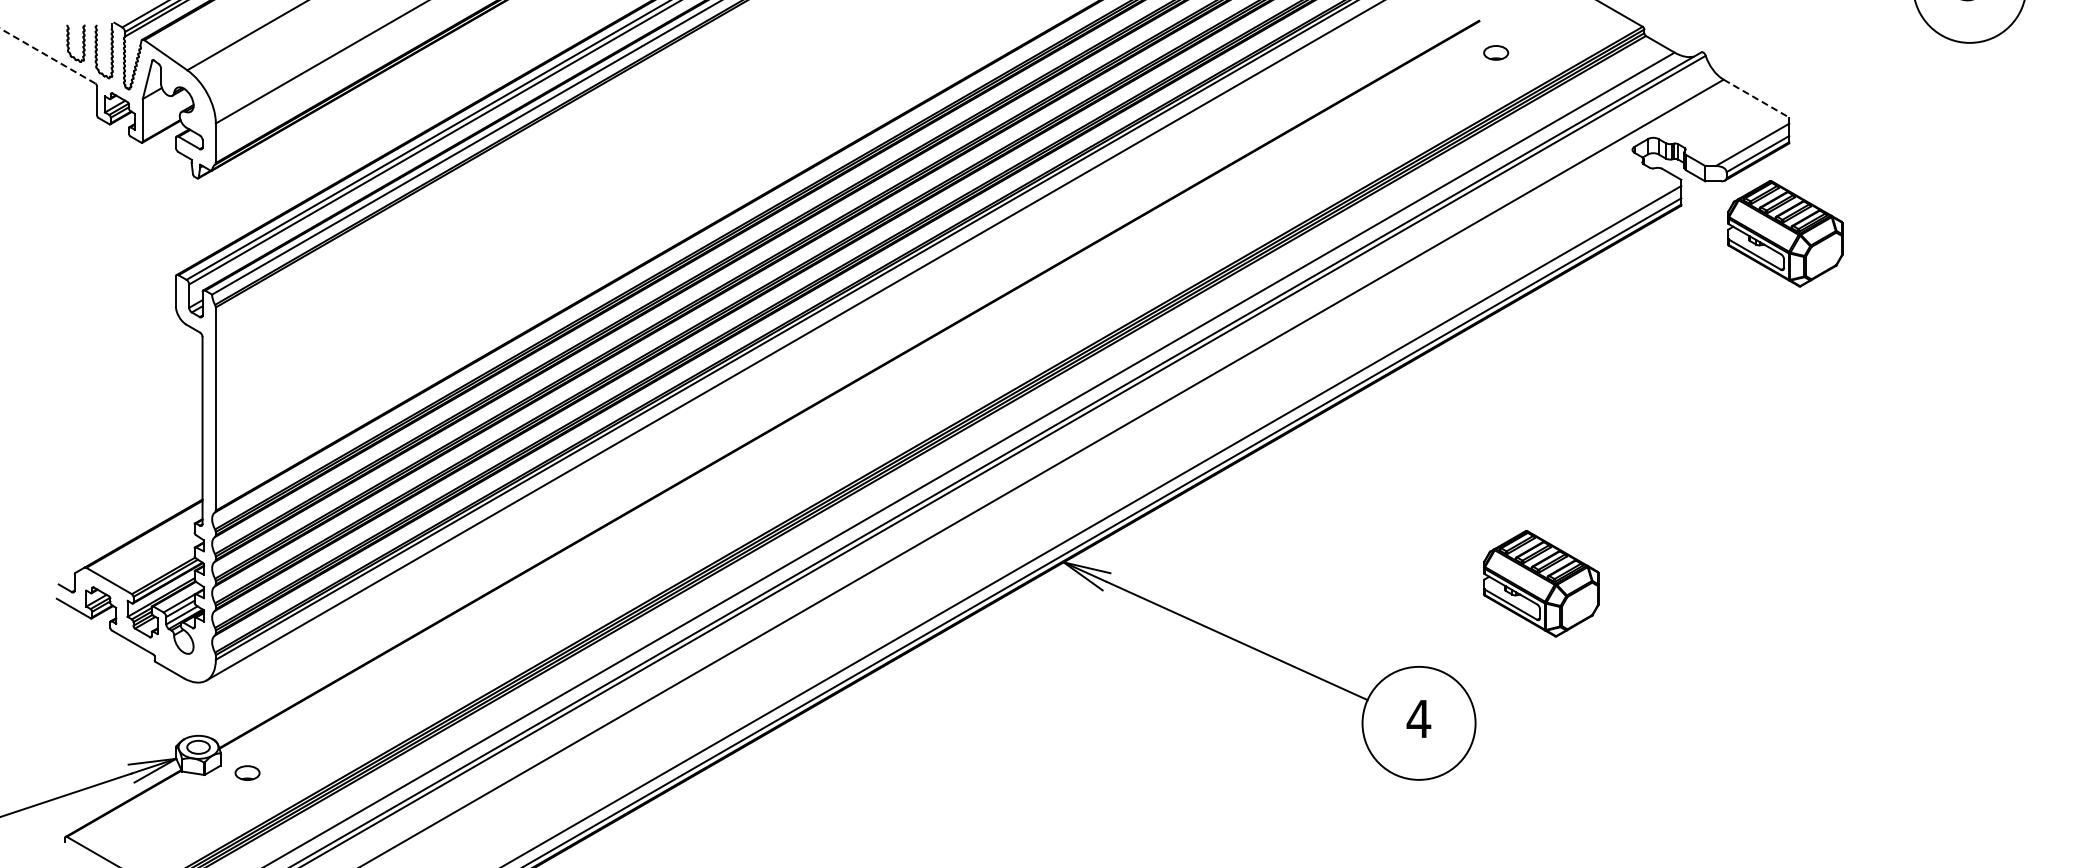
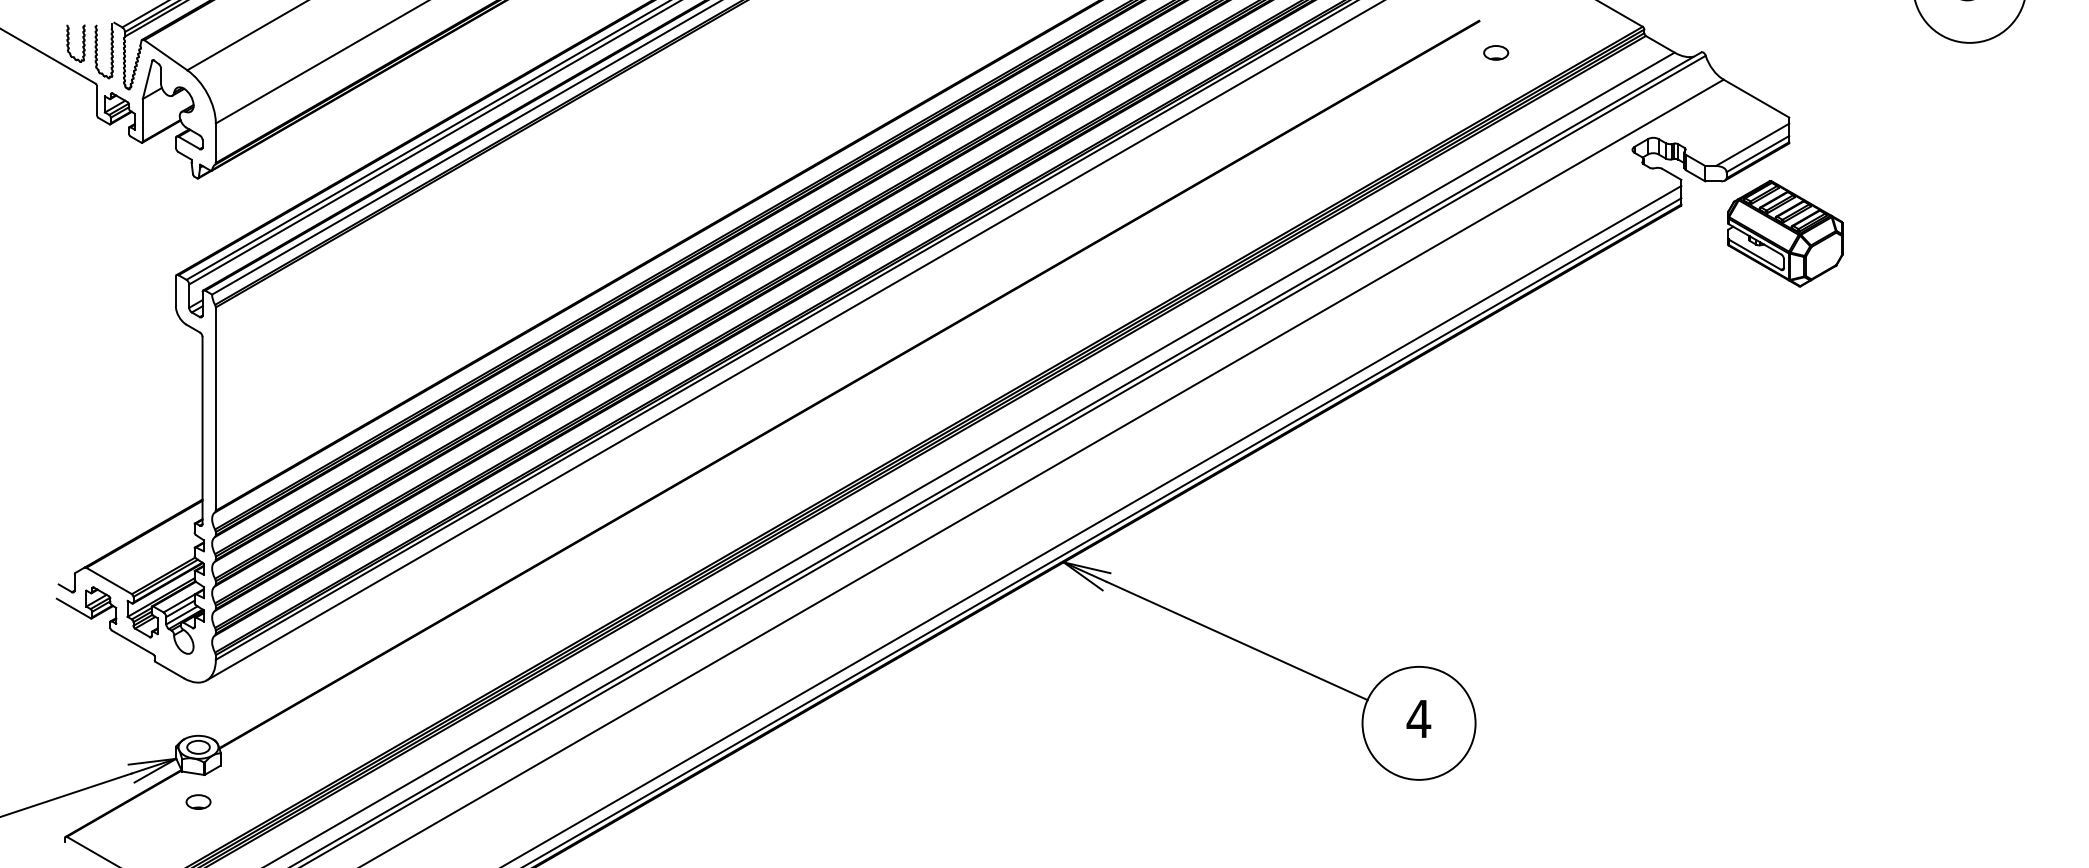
line at (47, 56): dashed -> solid
line at (1756, 98): dashed -> solid
part at (1541, 583): present -> none
part at (247, 772) position: (247, 772) -> (198, 801)
